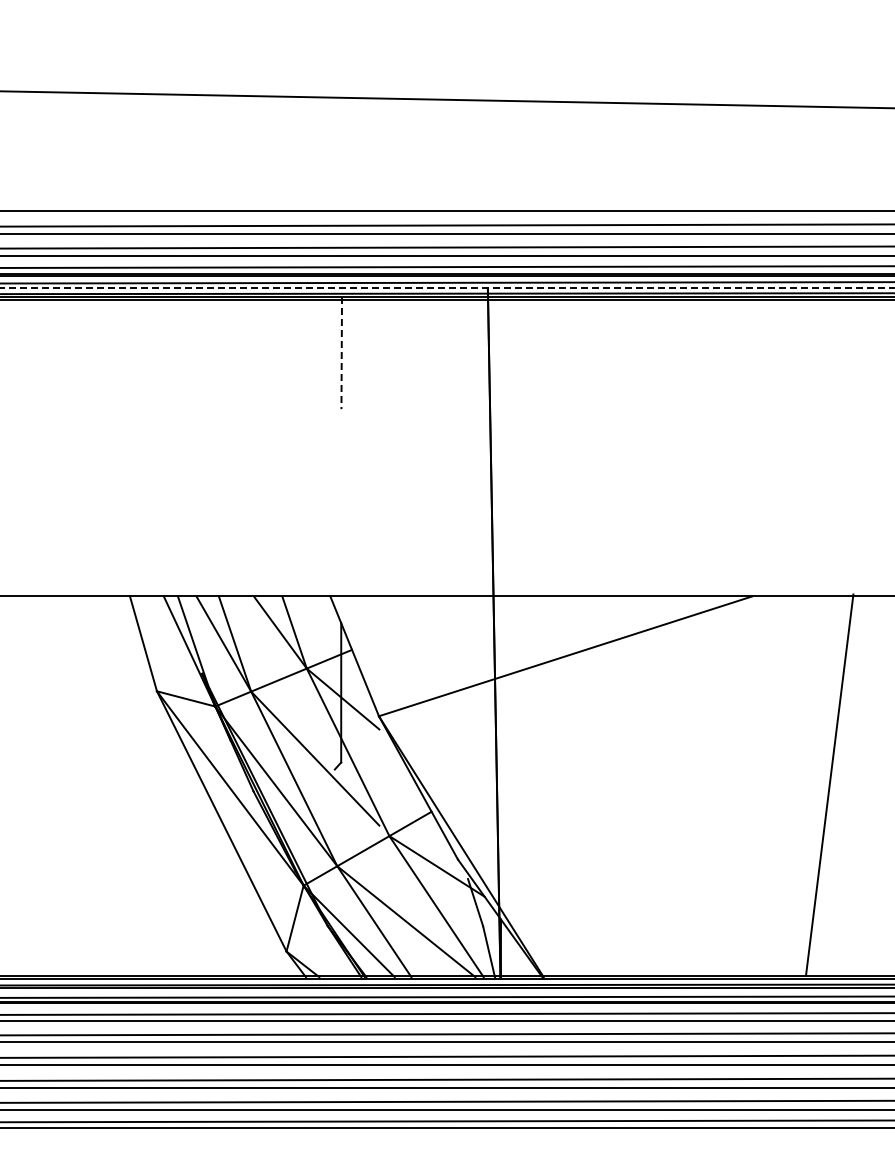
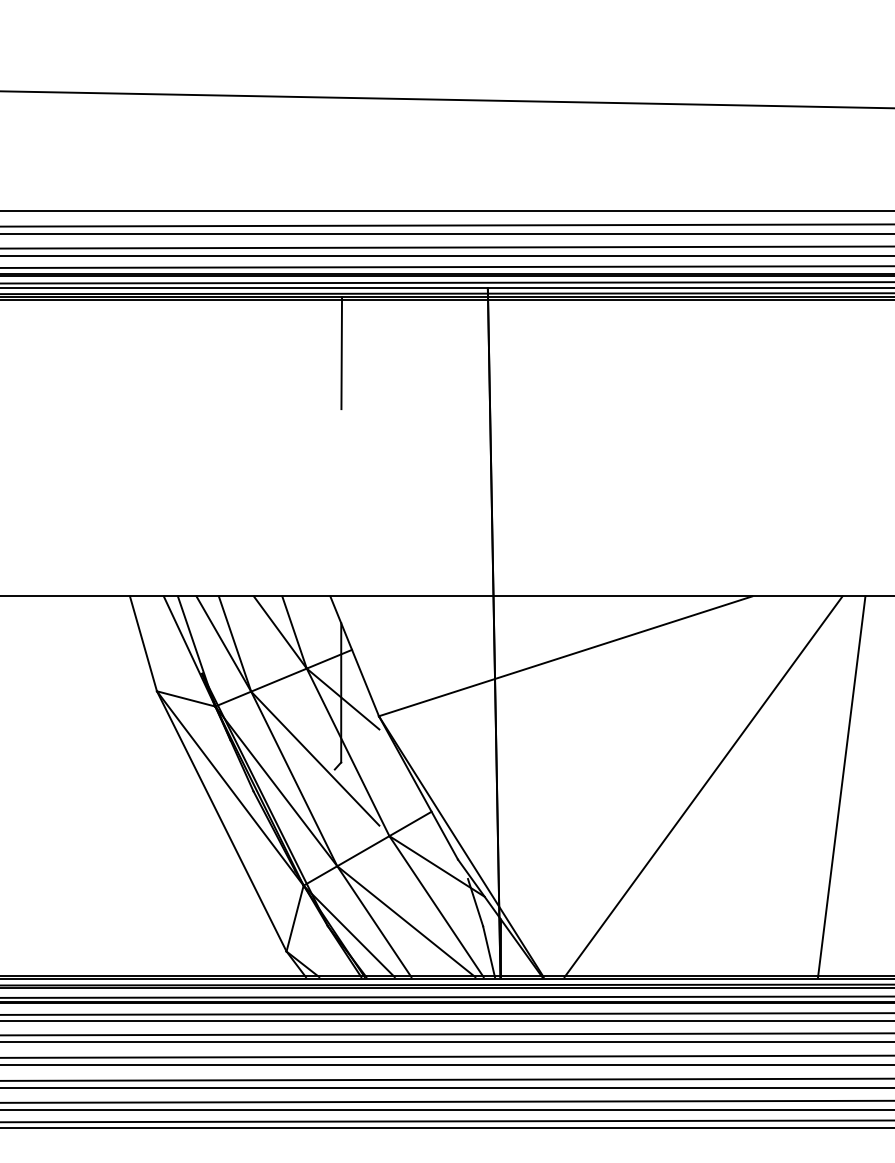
line at (447, 288): dashed -> solid
line at (341, 353): dashed -> solid
line at (829, 784) position: (829, 784) -> (841, 786)
line at (703, 786): none -> present
